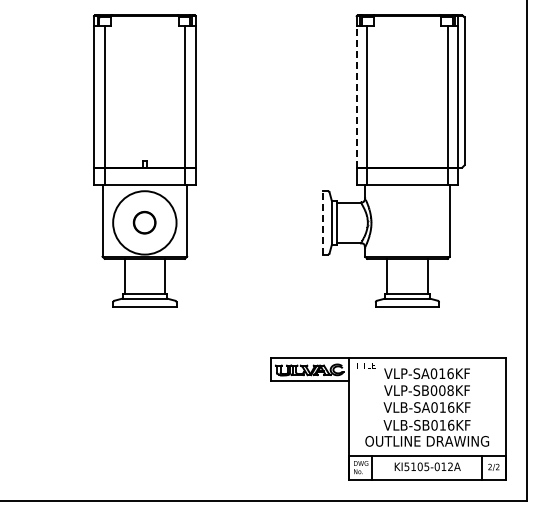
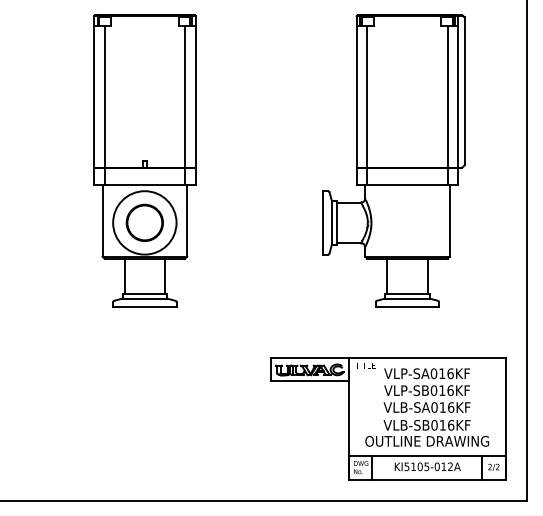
line at (356, 96): dashed -> solid
circle at (144, 222) size: 25x24 px -> 39x39 px
line at (322, 222): dashed -> solid
text at (446, 390): VLP-SB008KF -> VLP-SB016KF
